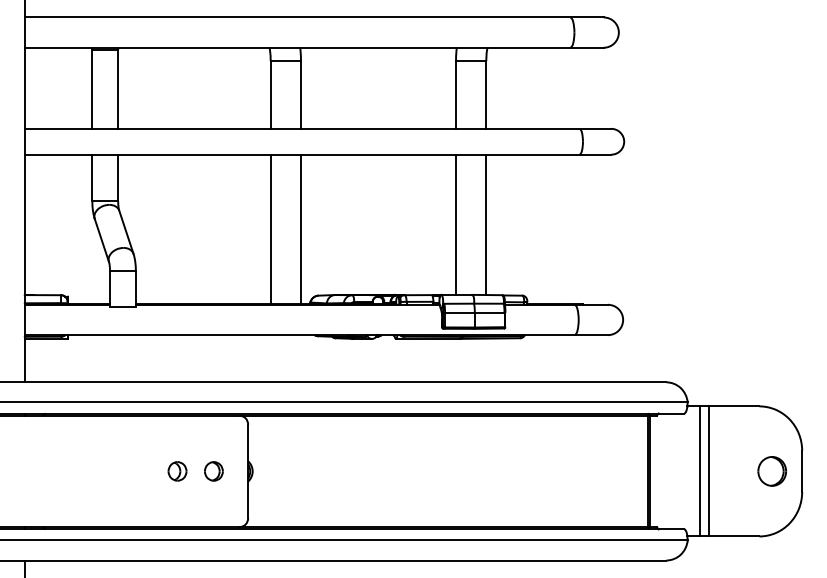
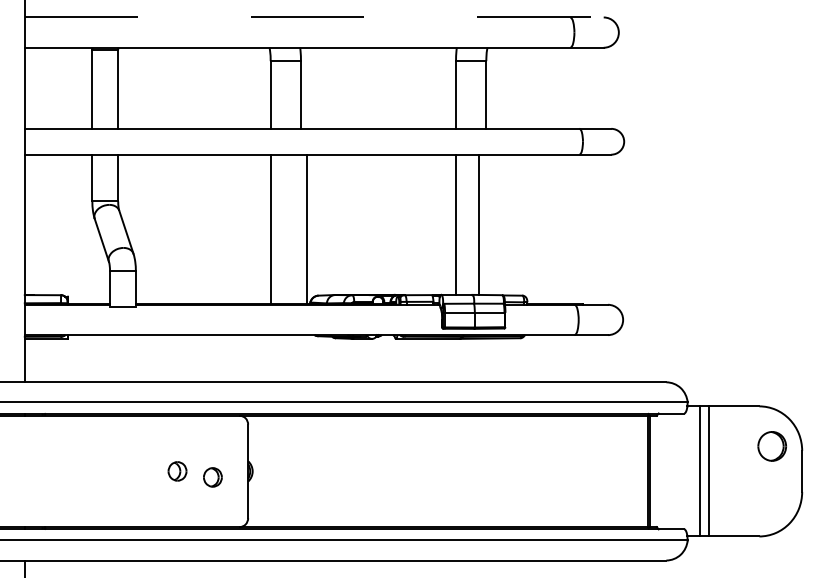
line at (314, 17): solid -> dashed
line at (486, 224) position: (486, 224) -> (479, 224)
line at (301, 229) position: (301, 229) -> (307, 229)
part at (213, 471) position: (213, 471) -> (212, 477)
part at (771, 471) position: (771, 471) -> (771, 446)
